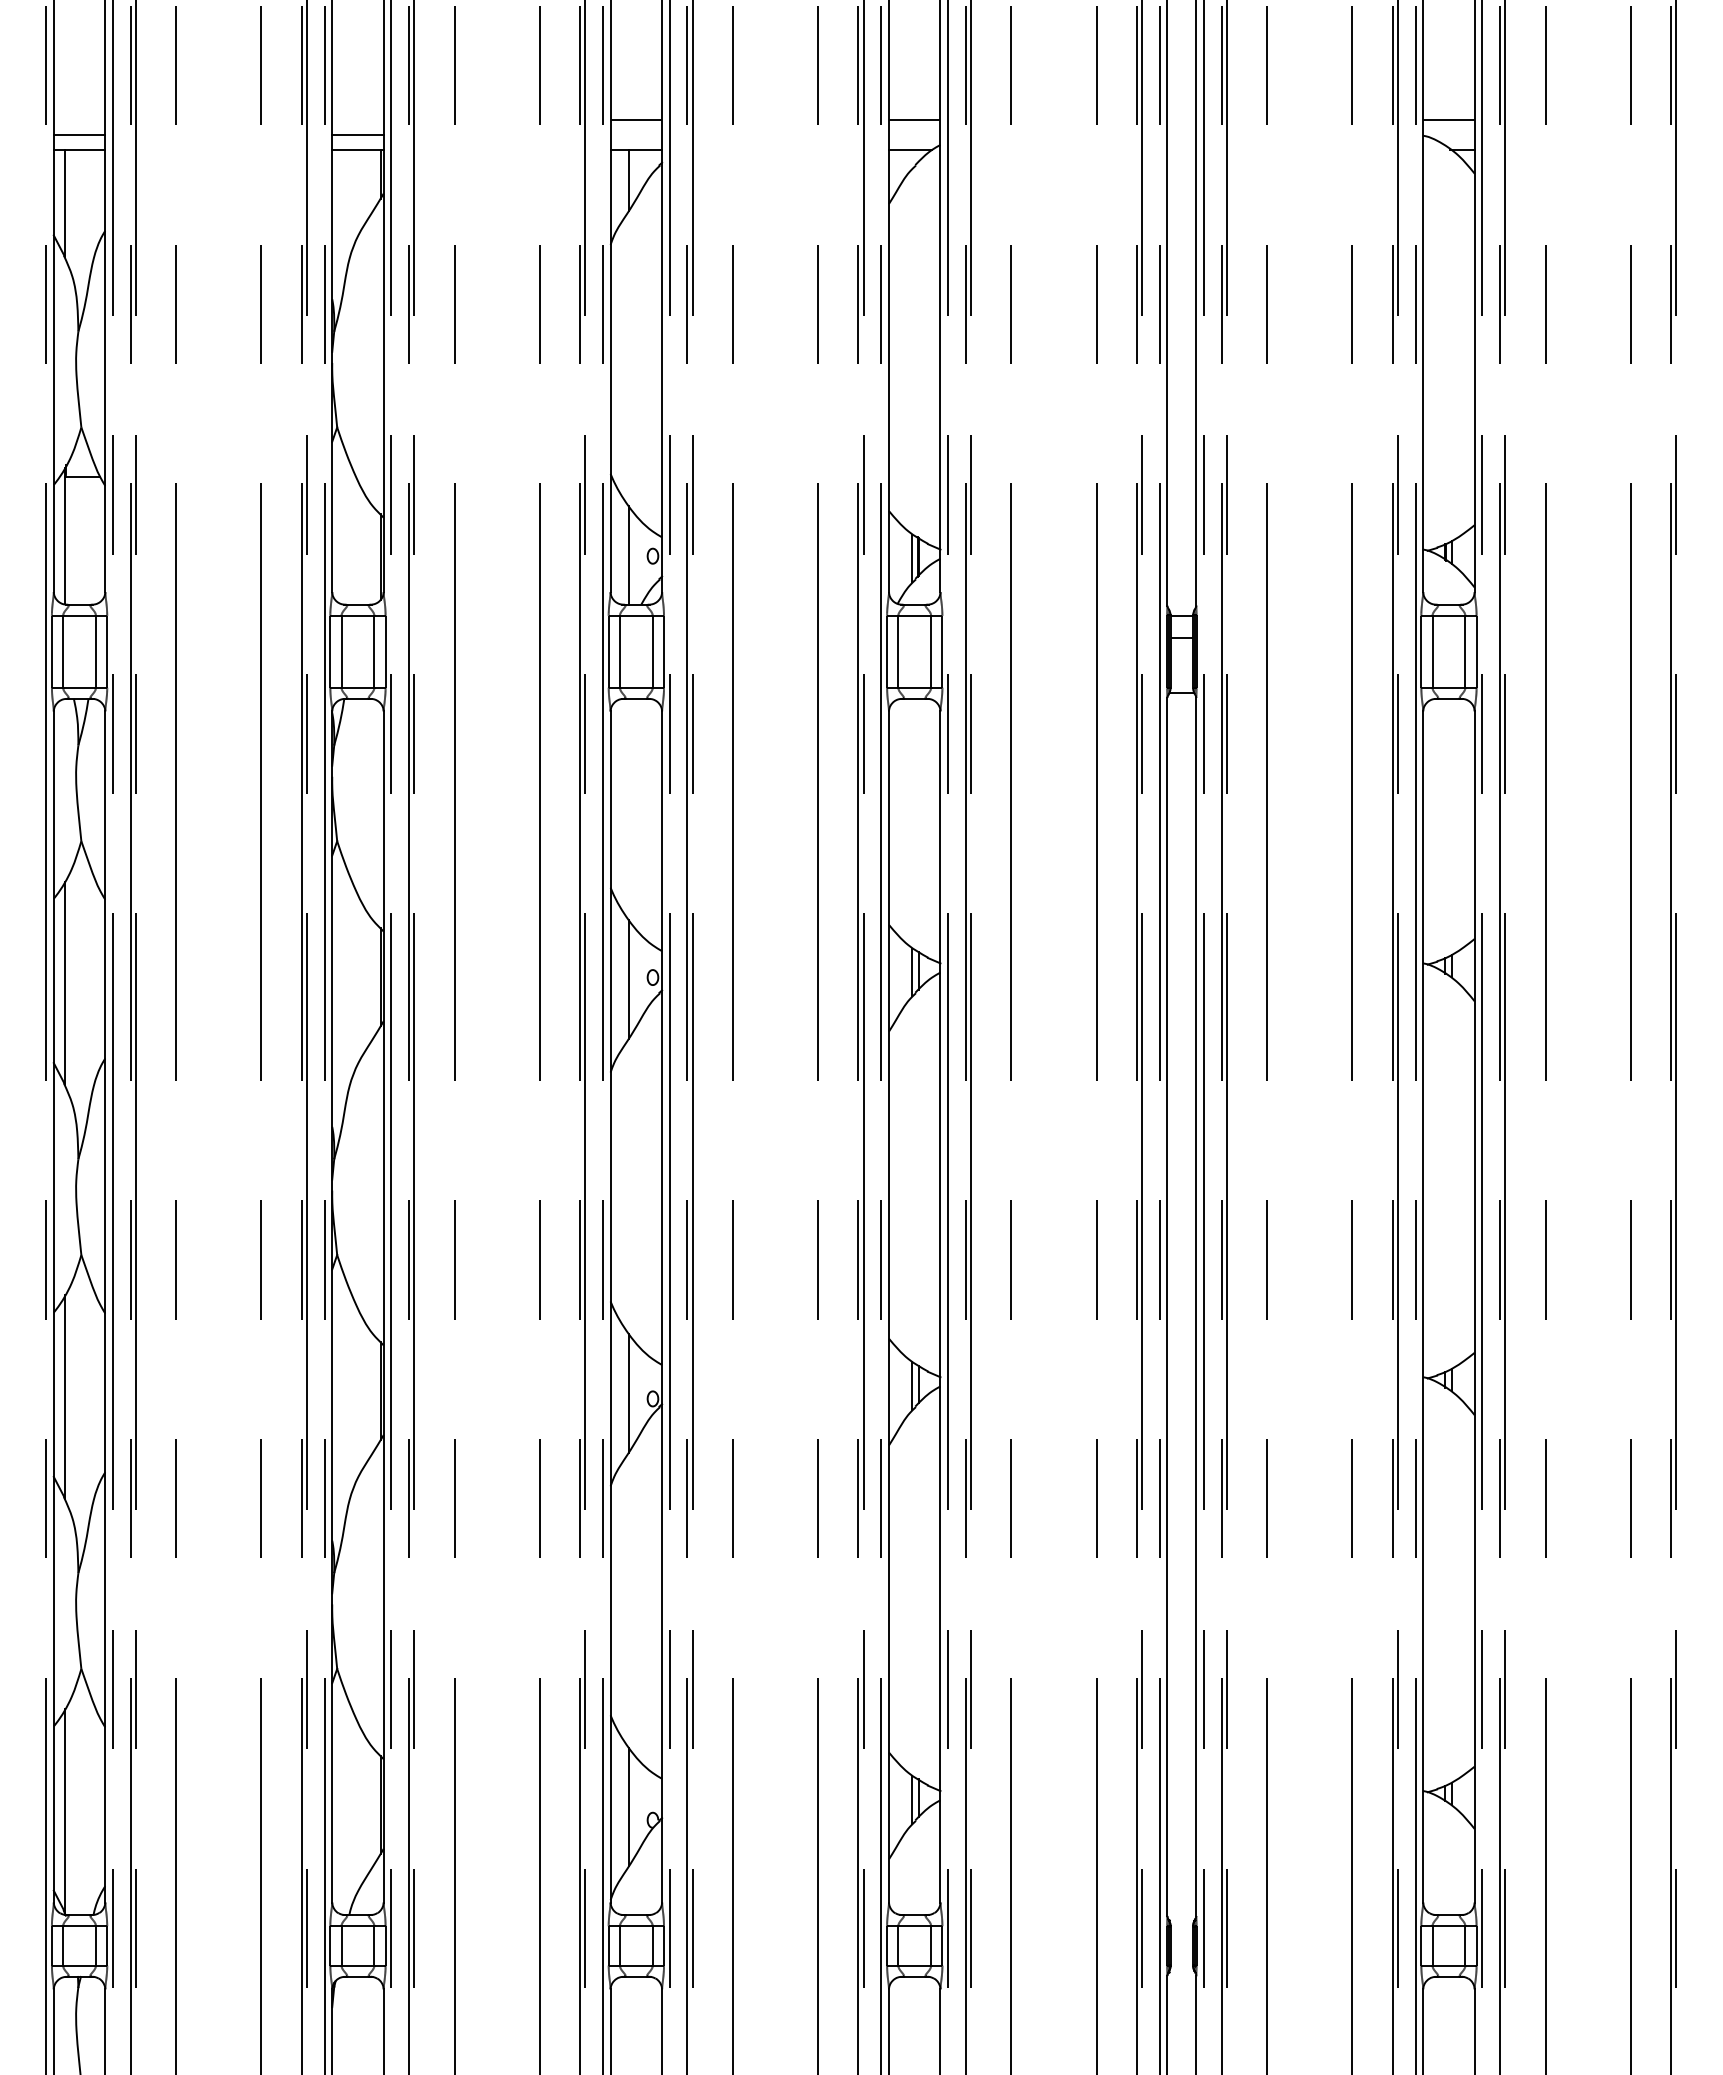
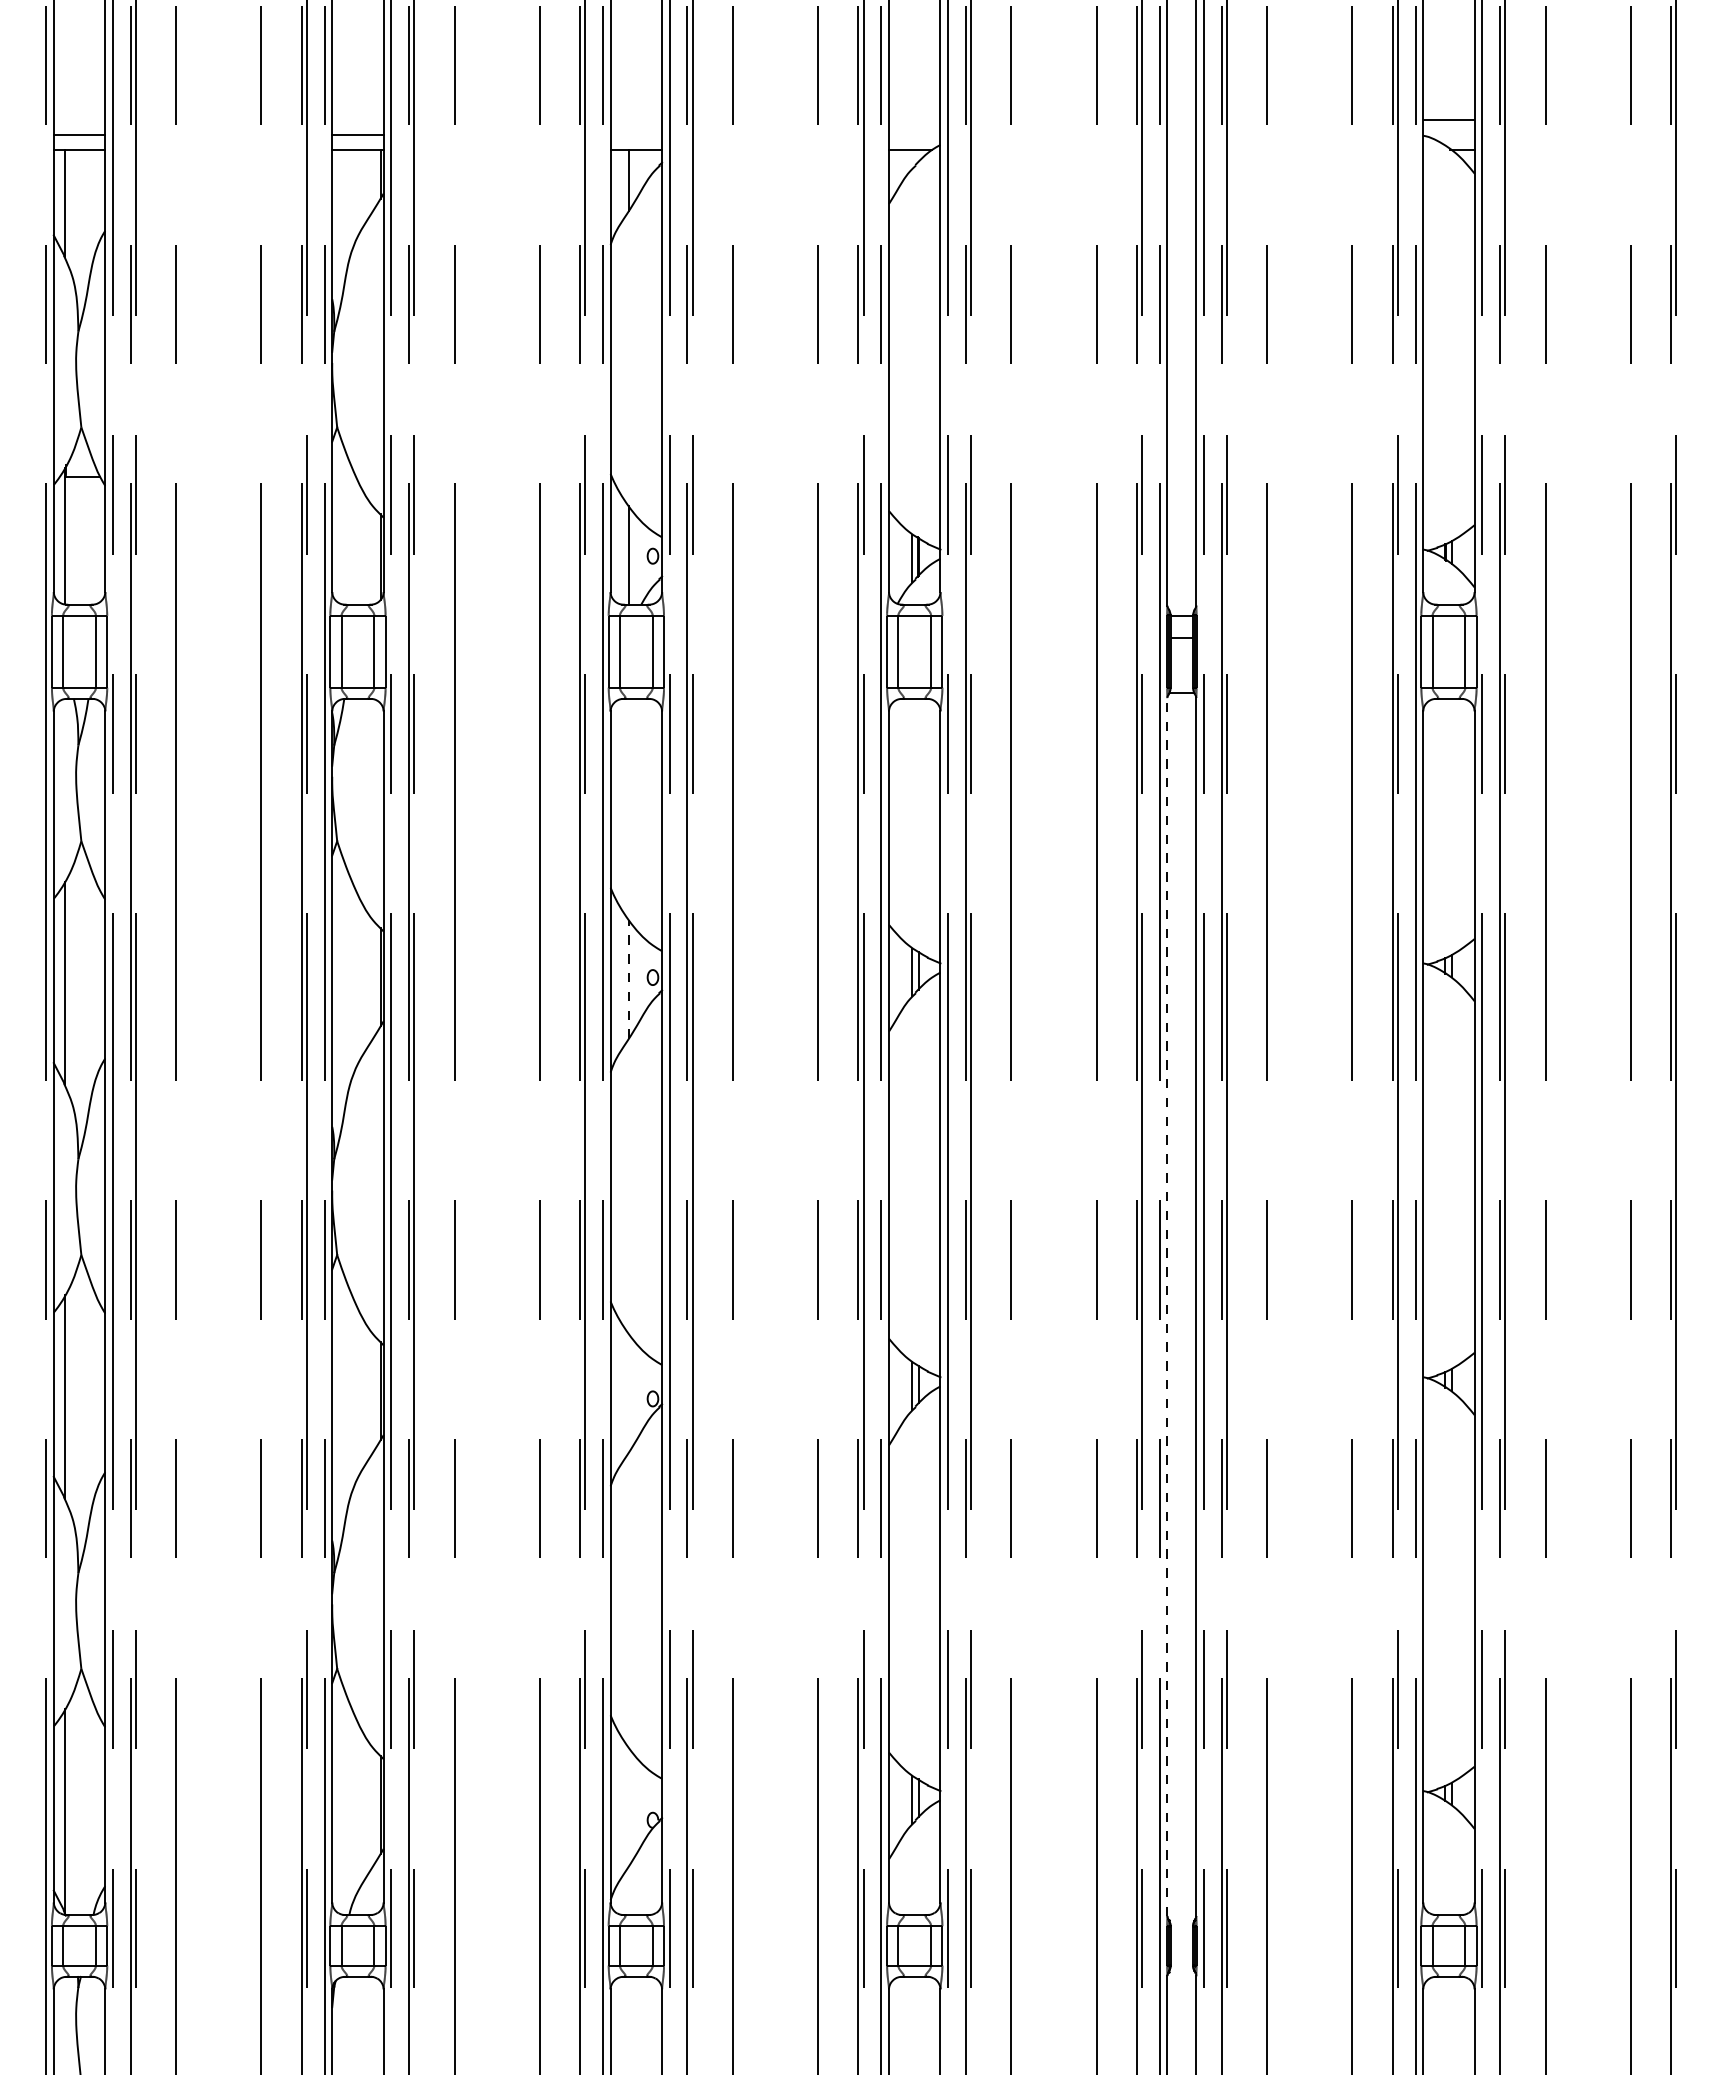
line at (636, 119): present -> none
line at (914, 119): present -> none
line at (628, 979): solid -> dashed
line at (1167, 1306): solid -> dashed
line at (628, 1393): present -> none
line at (628, 1806): present -> none
